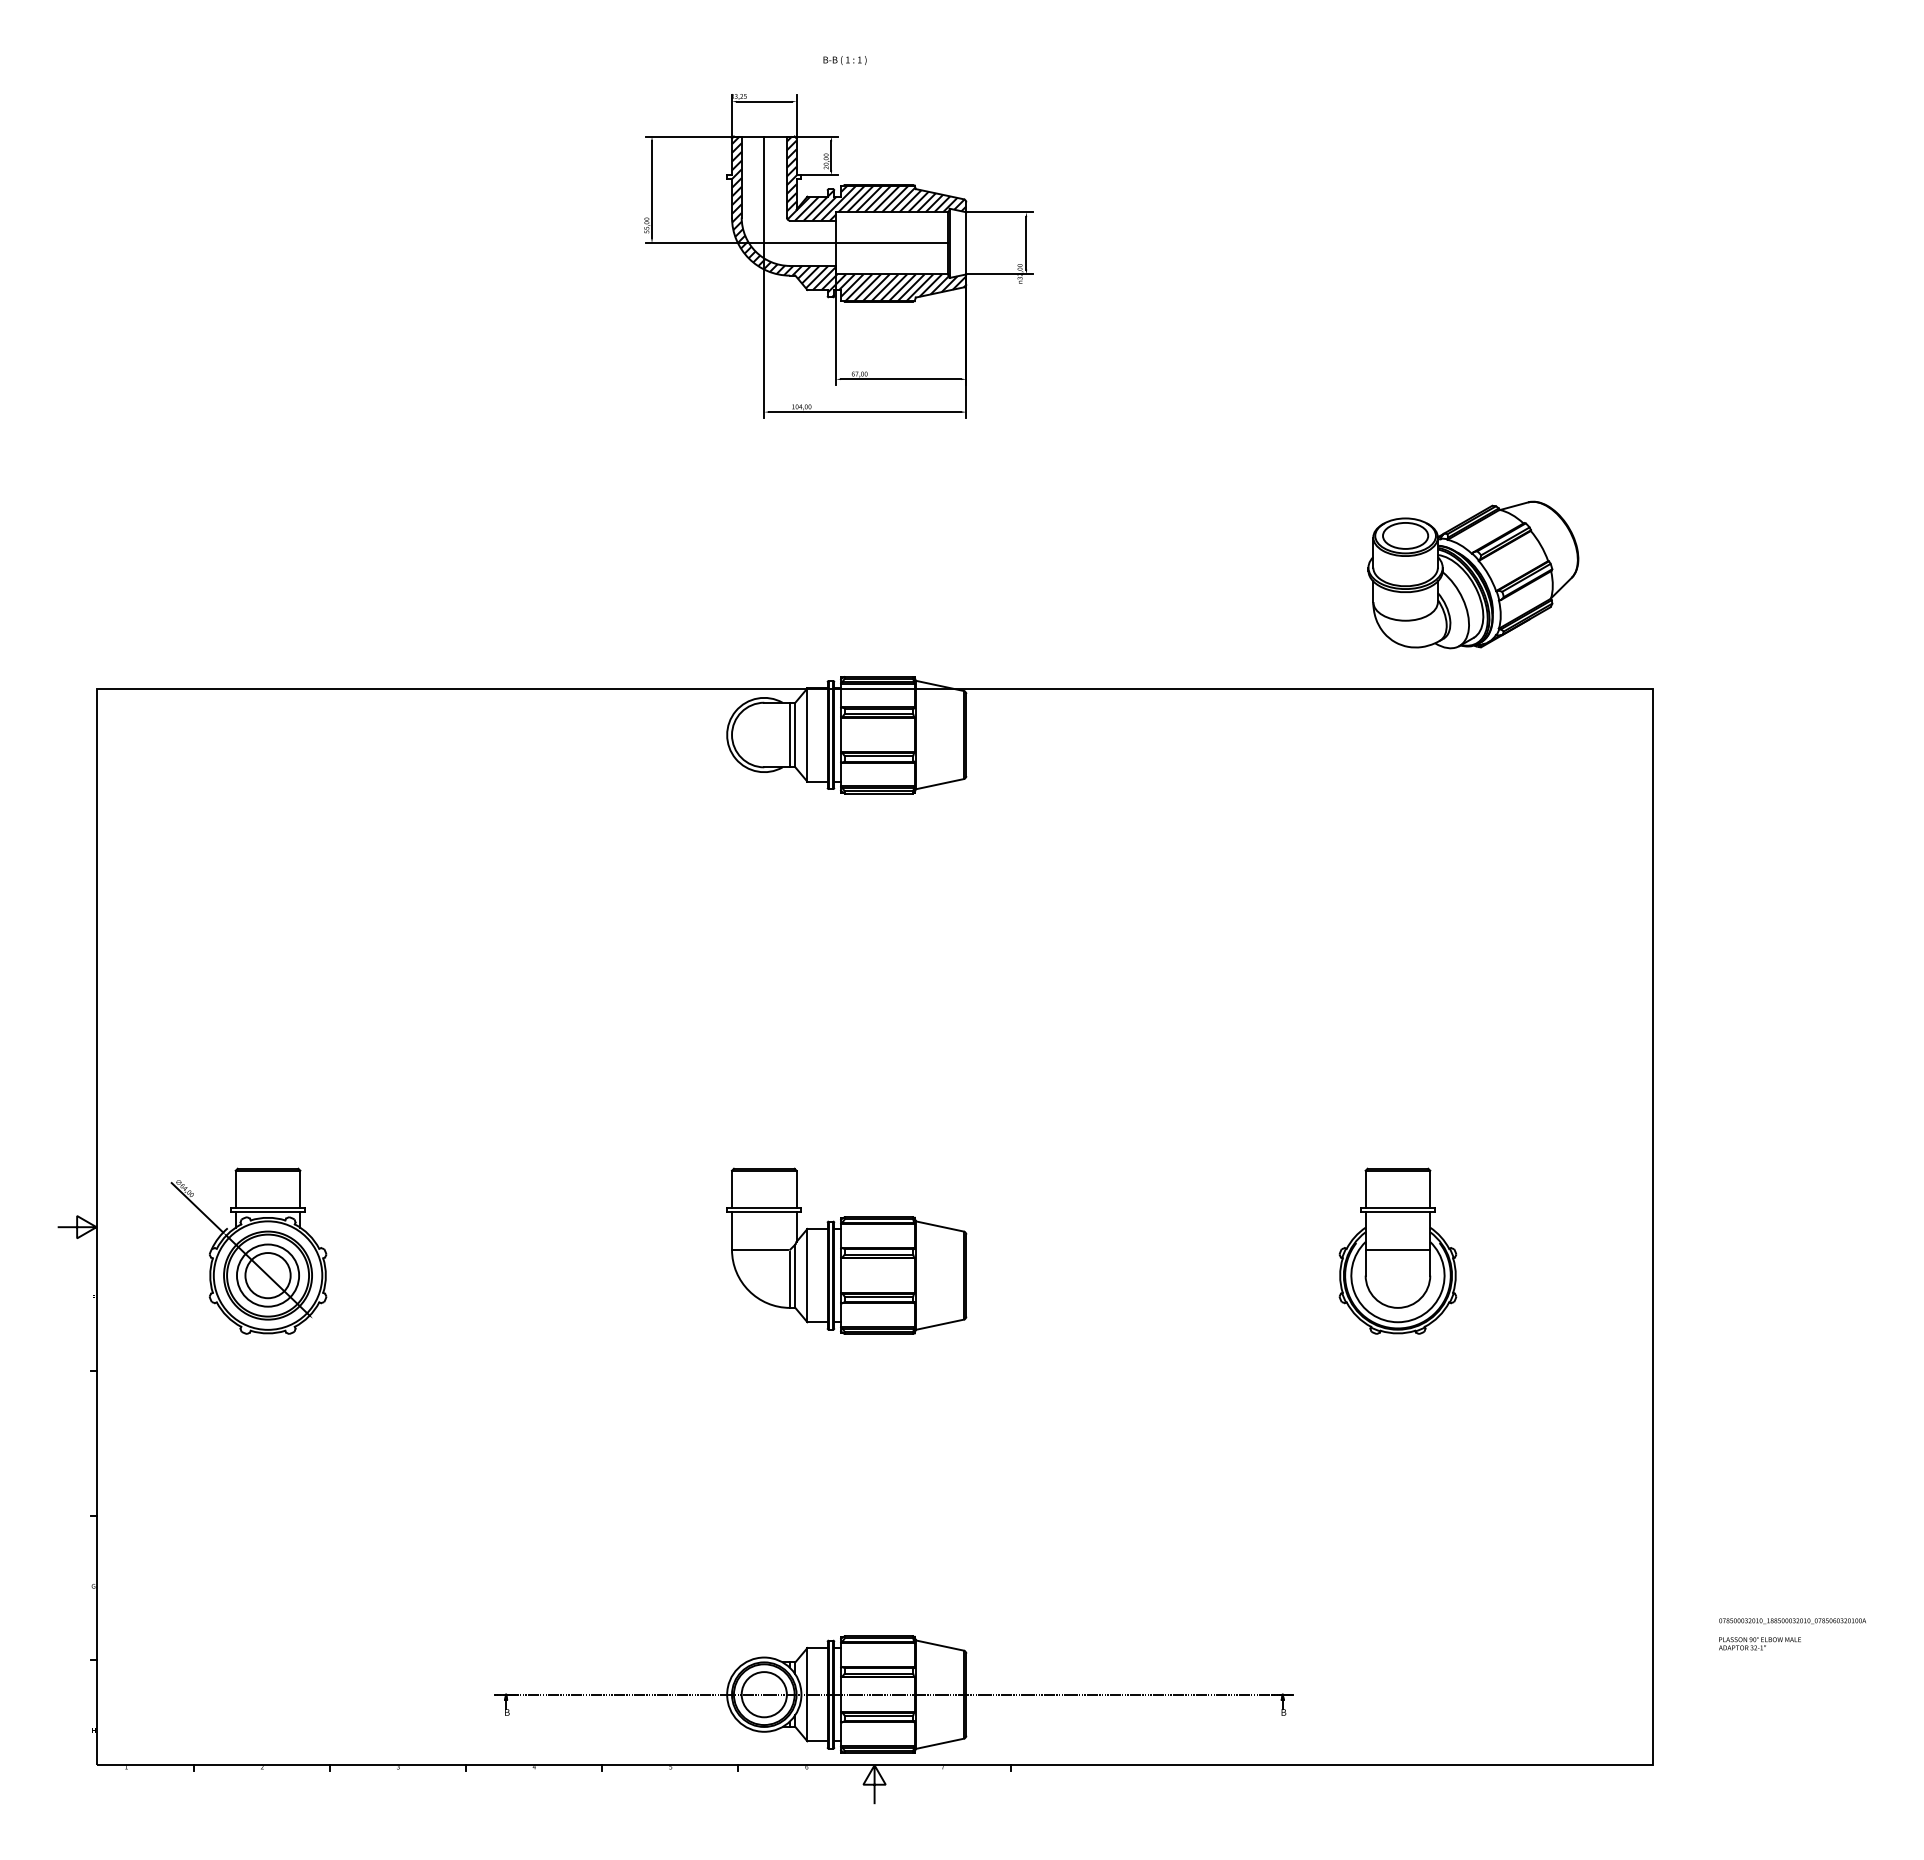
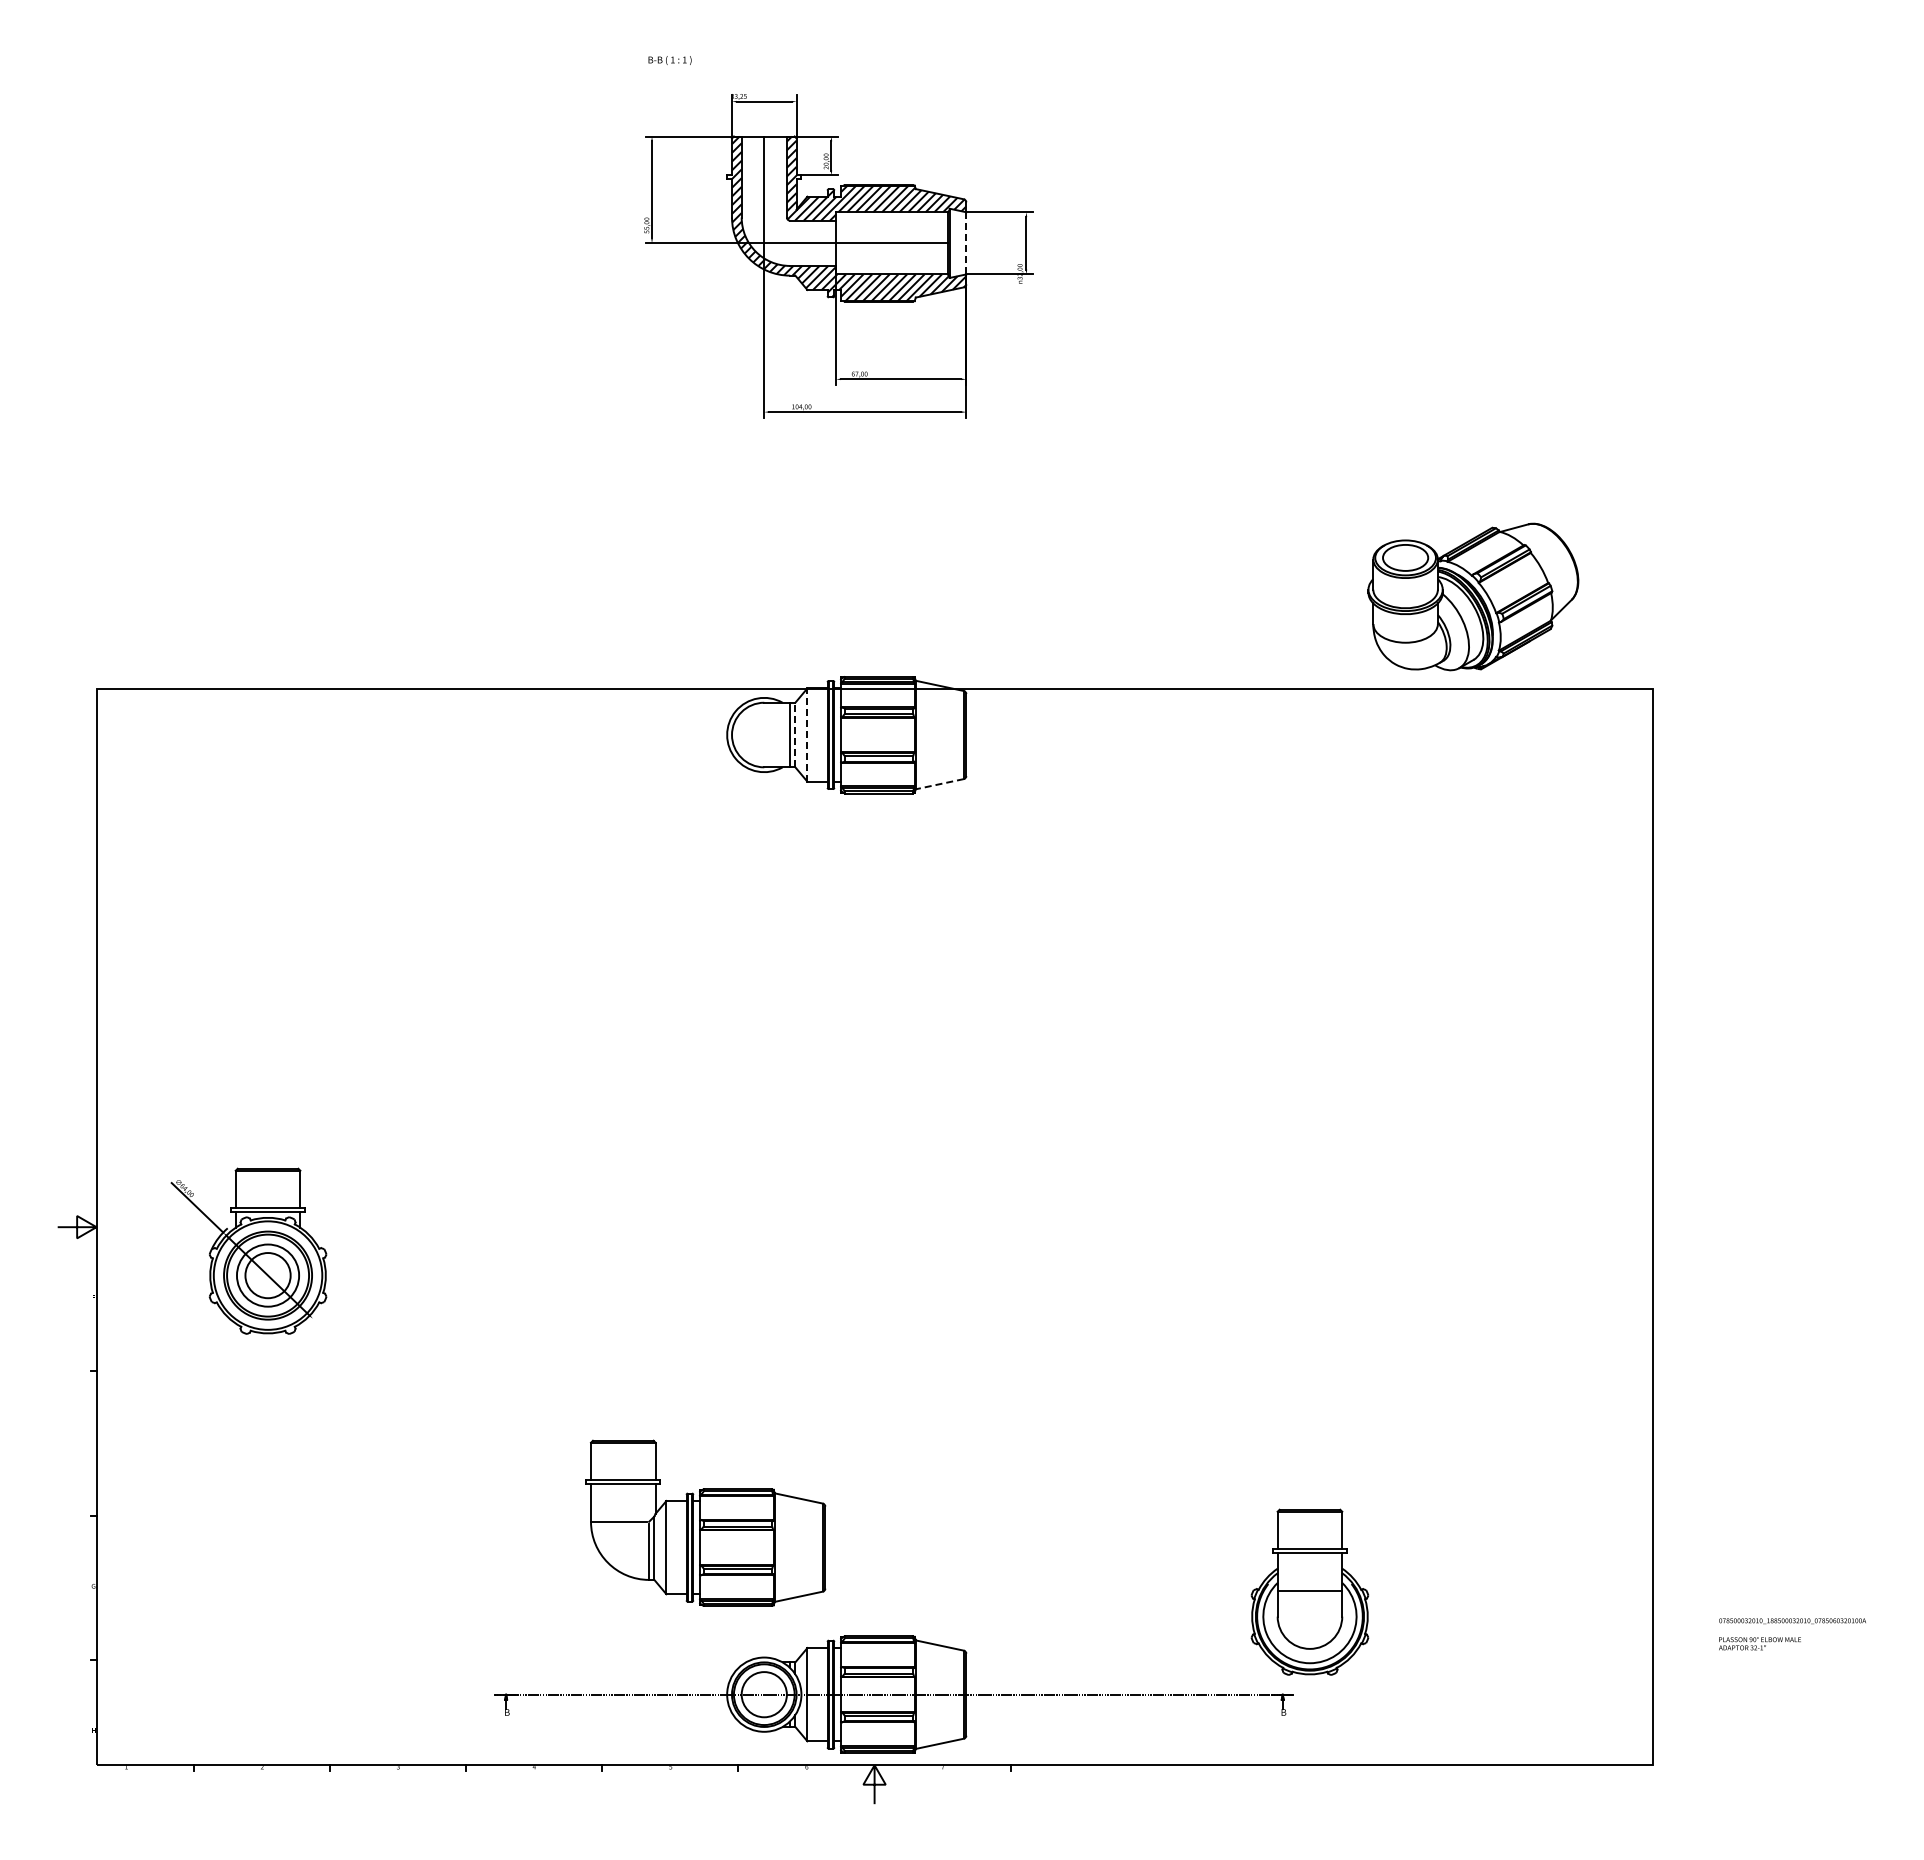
text at (844, 60) position: (844, 60) -> (669, 60)
line at (966, 242): solid -> dashed
part at (1473, 574) position: (1473, 574) -> (1473, 596)
line at (795, 734): solid -> dashed
line at (807, 735): solid -> dashed
line at (939, 784): solid -> dashed
part at (846, 1250) position: (846, 1250) -> (705, 1522)
part at (1397, 1250) position: (1397, 1250) -> (1309, 1591)
